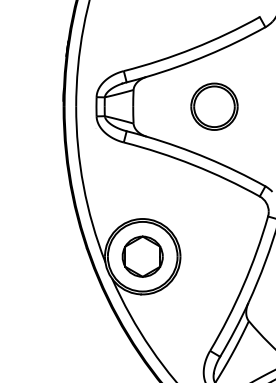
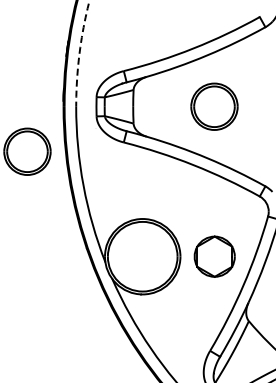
arc at (79, 53): solid -> dashed
part at (27, 151): none -> present
part at (142, 256) position: (142, 256) -> (214, 256)
